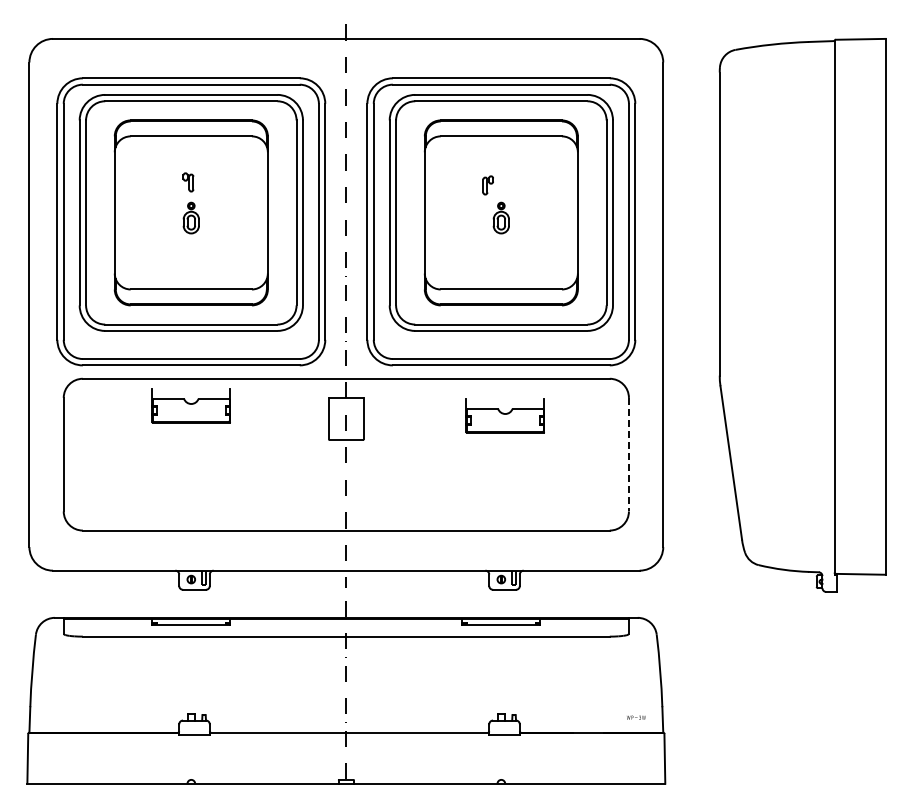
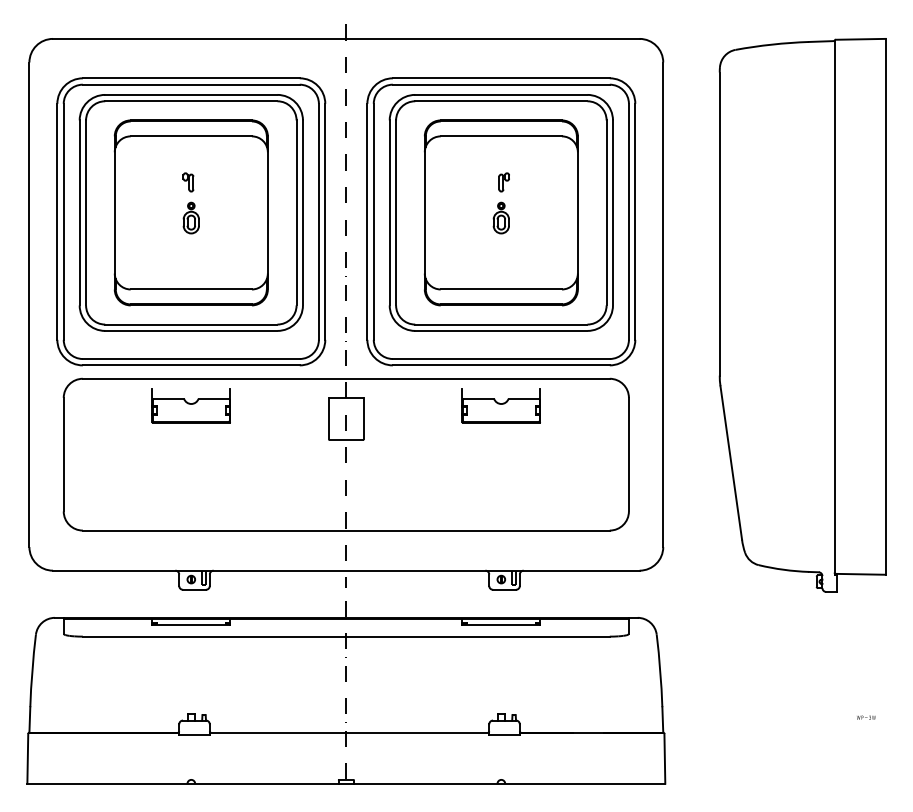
part at (487, 185) position: (487, 185) -> (503, 182)
part at (504, 415) position: (504, 415) -> (500, 405)
line at (628, 454): dashed -> solid
text at (636, 717) position: (636, 717) -> (866, 717)
